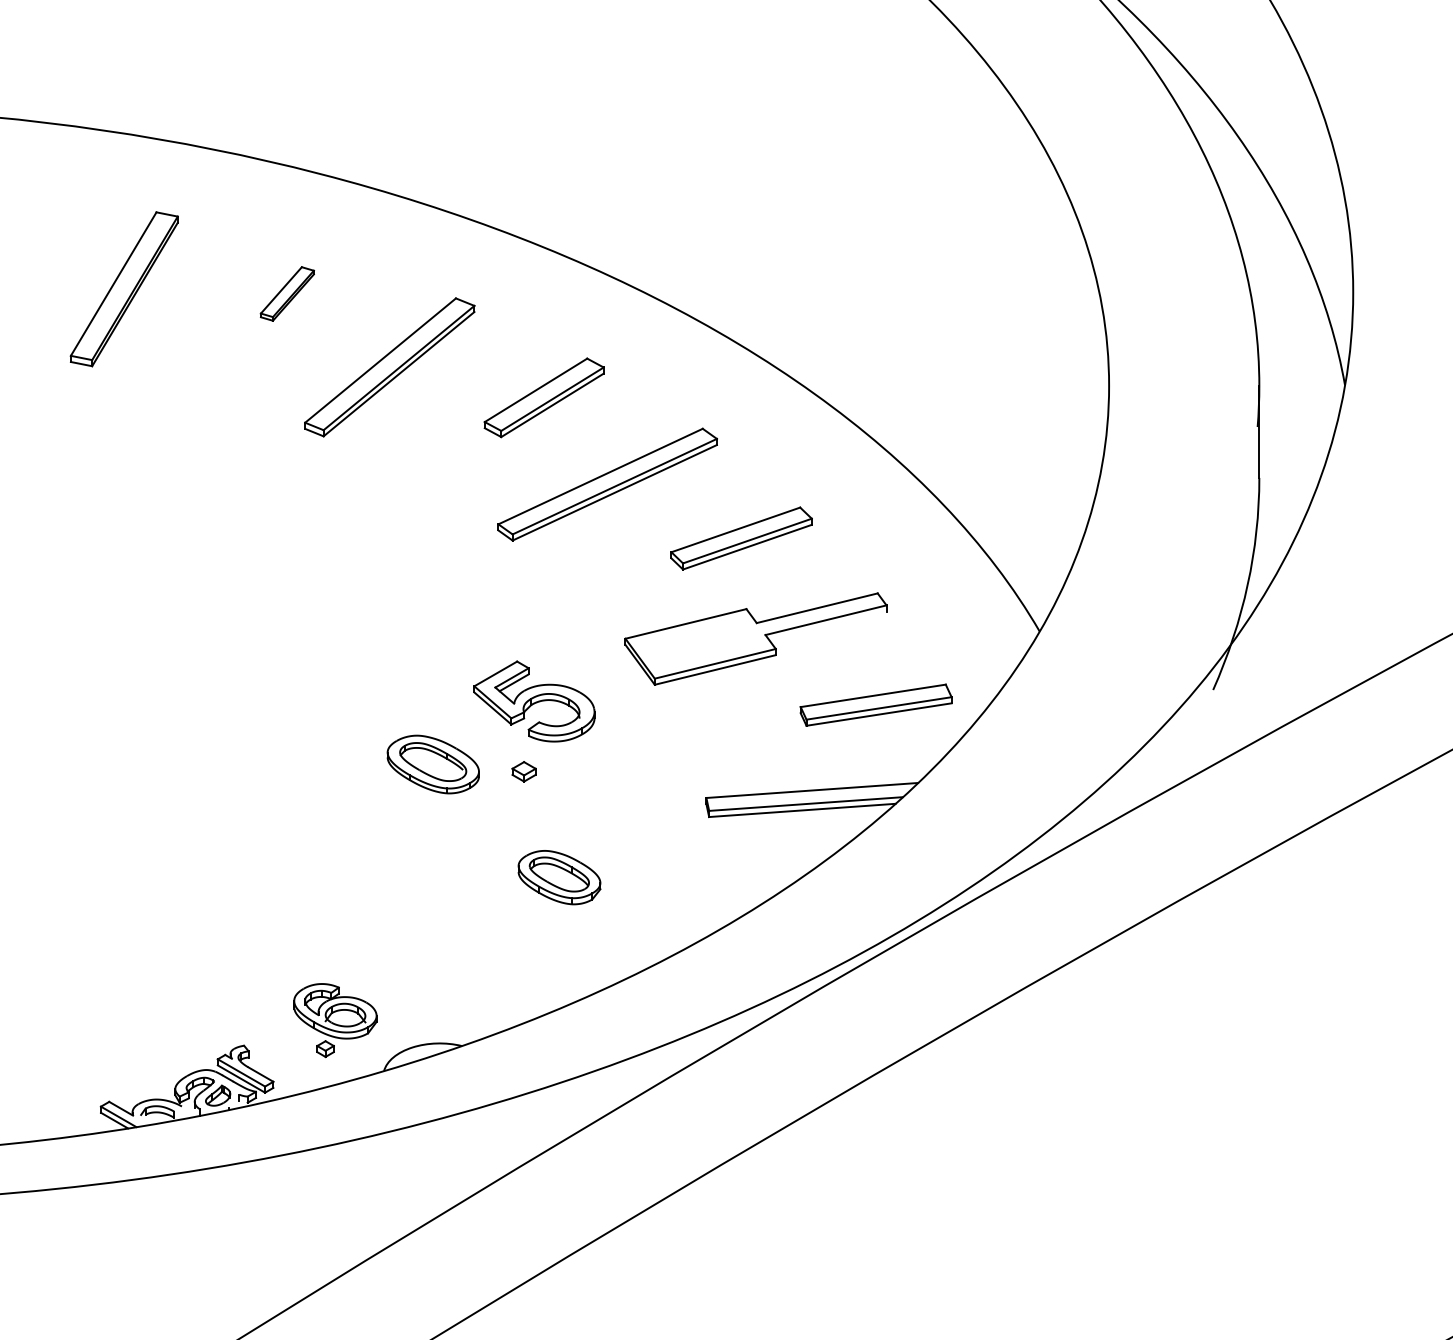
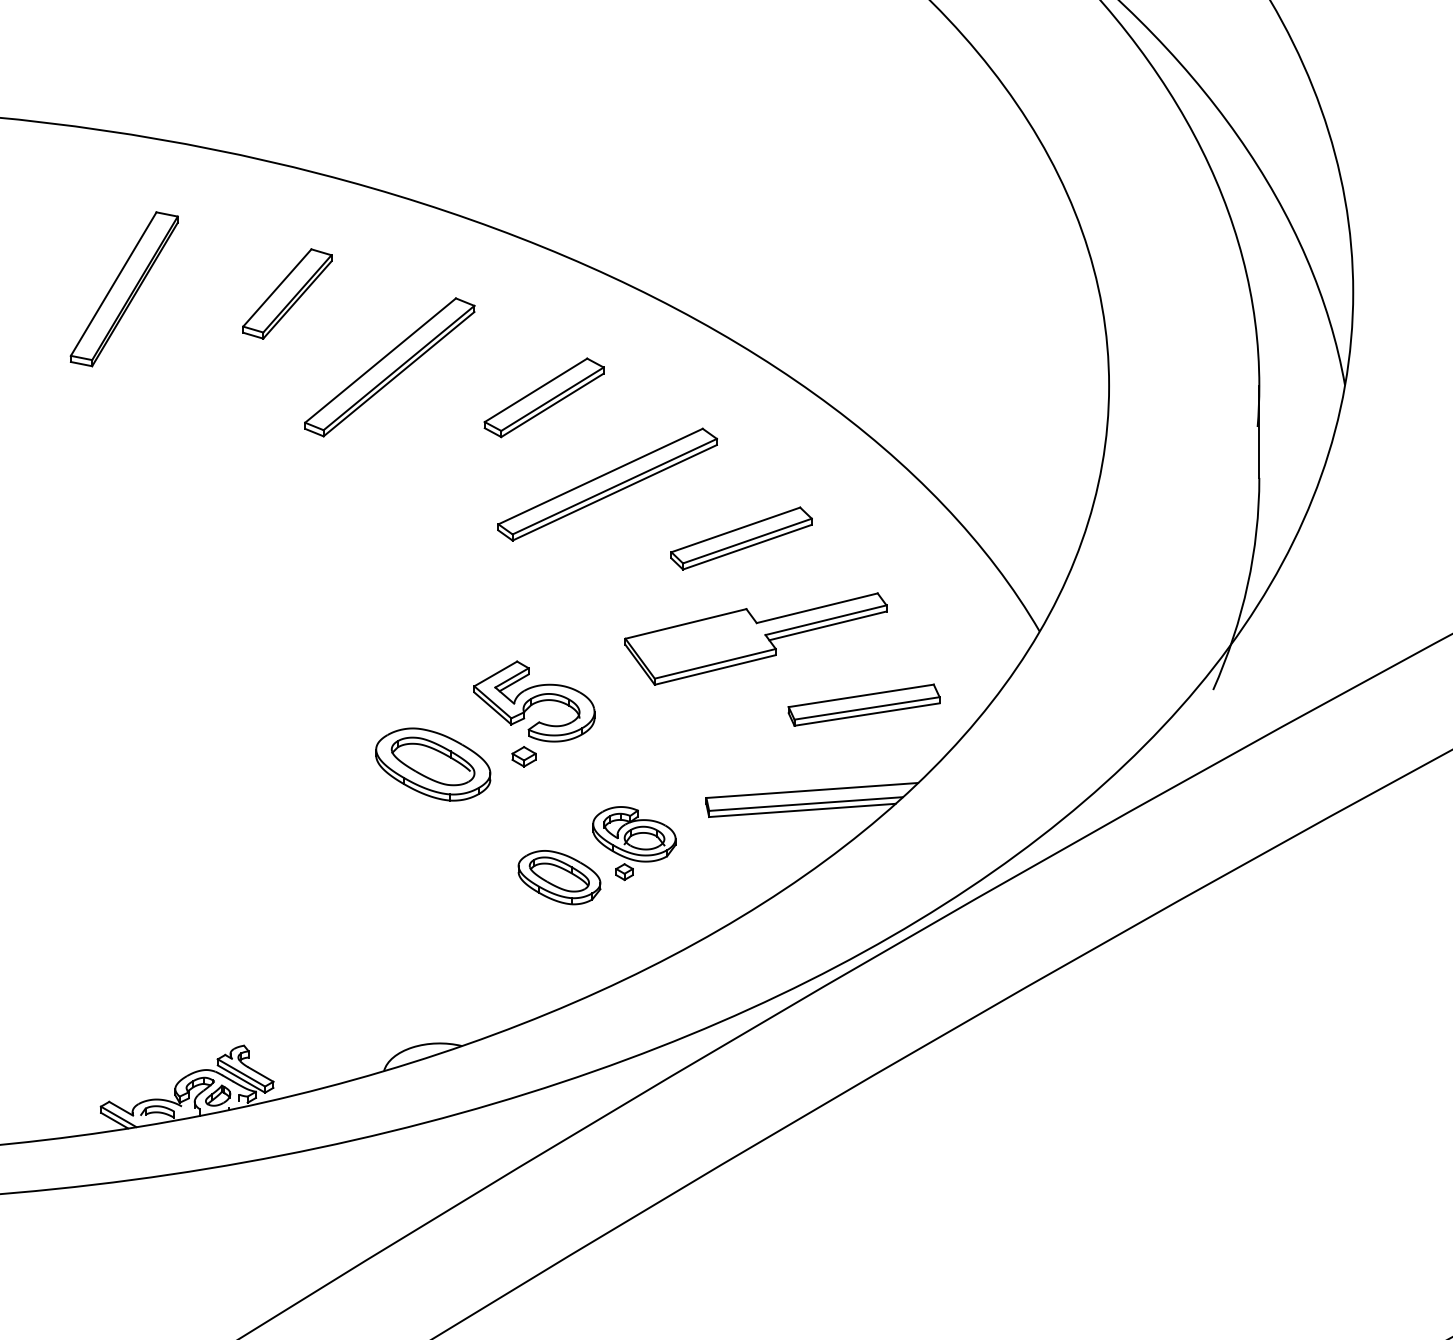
part at (286, 293) size: 56x56 px -> 91x92 px
line at (827, 625): none -> present
part at (875, 704) position: (875, 704) -> (863, 704)
part at (432, 764) size: 94x61 px -> 117x75 px
part at (523, 771) position: (523, 771) -> (523, 756)
part at (335, 1020) position: (335, 1020) -> (634, 843)
